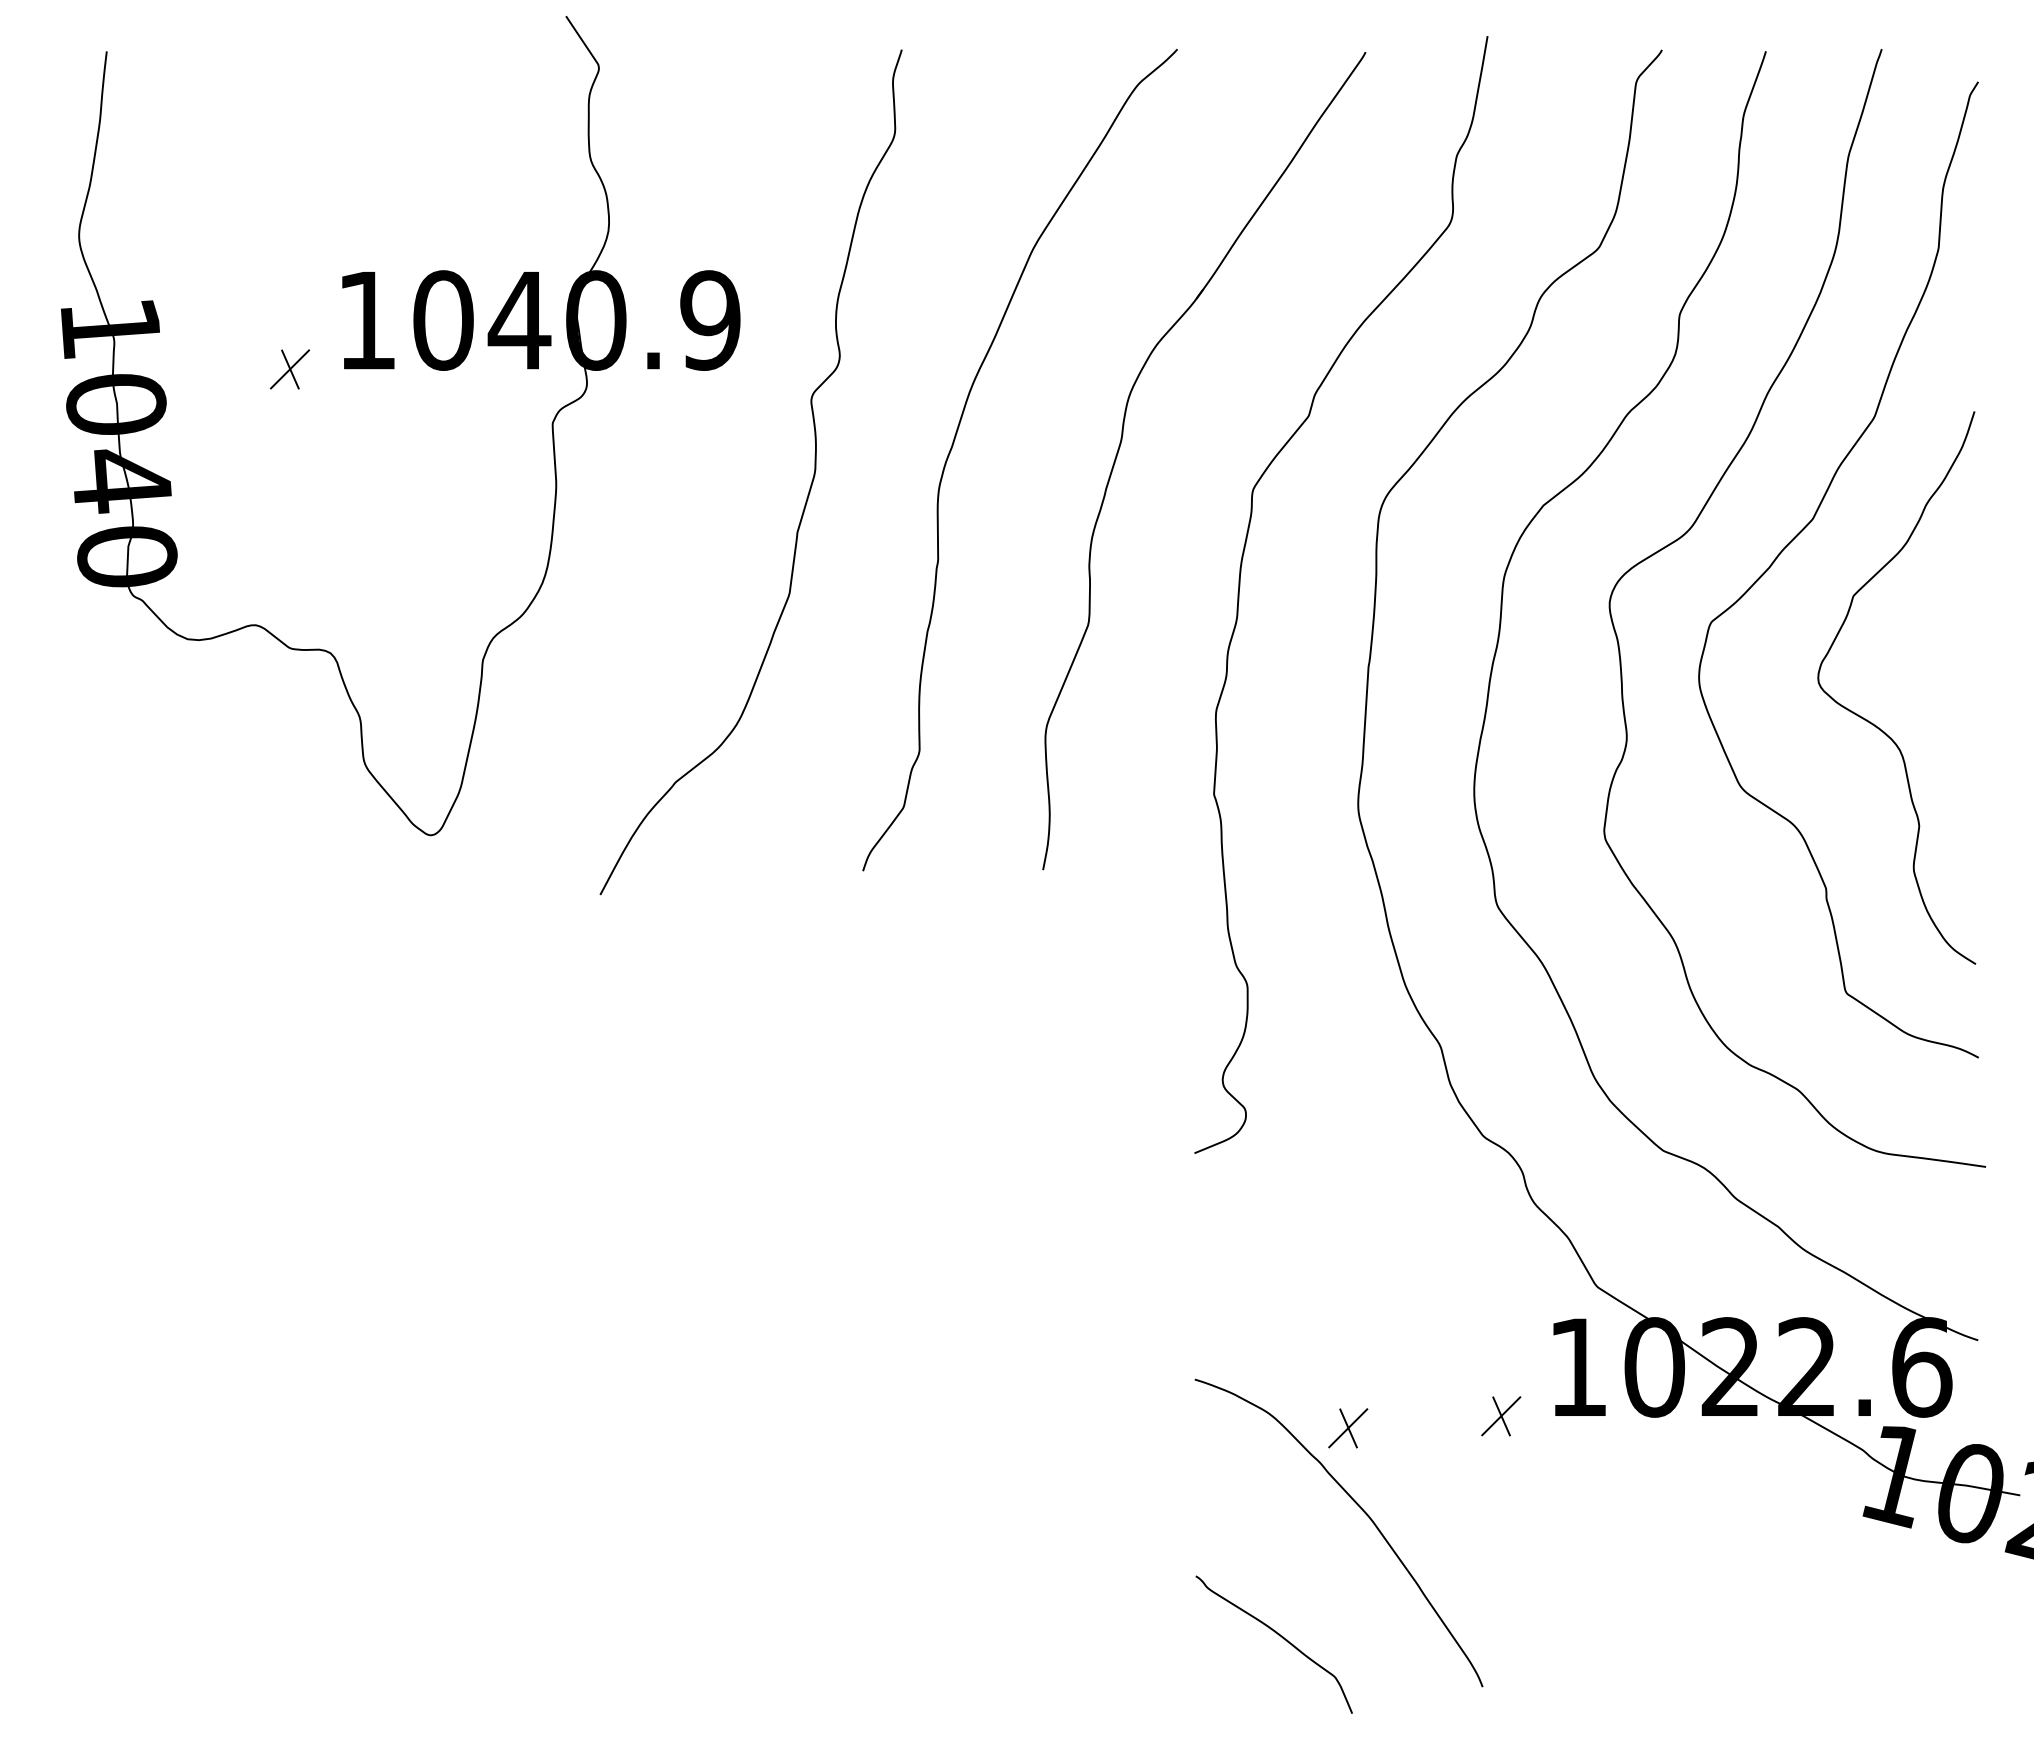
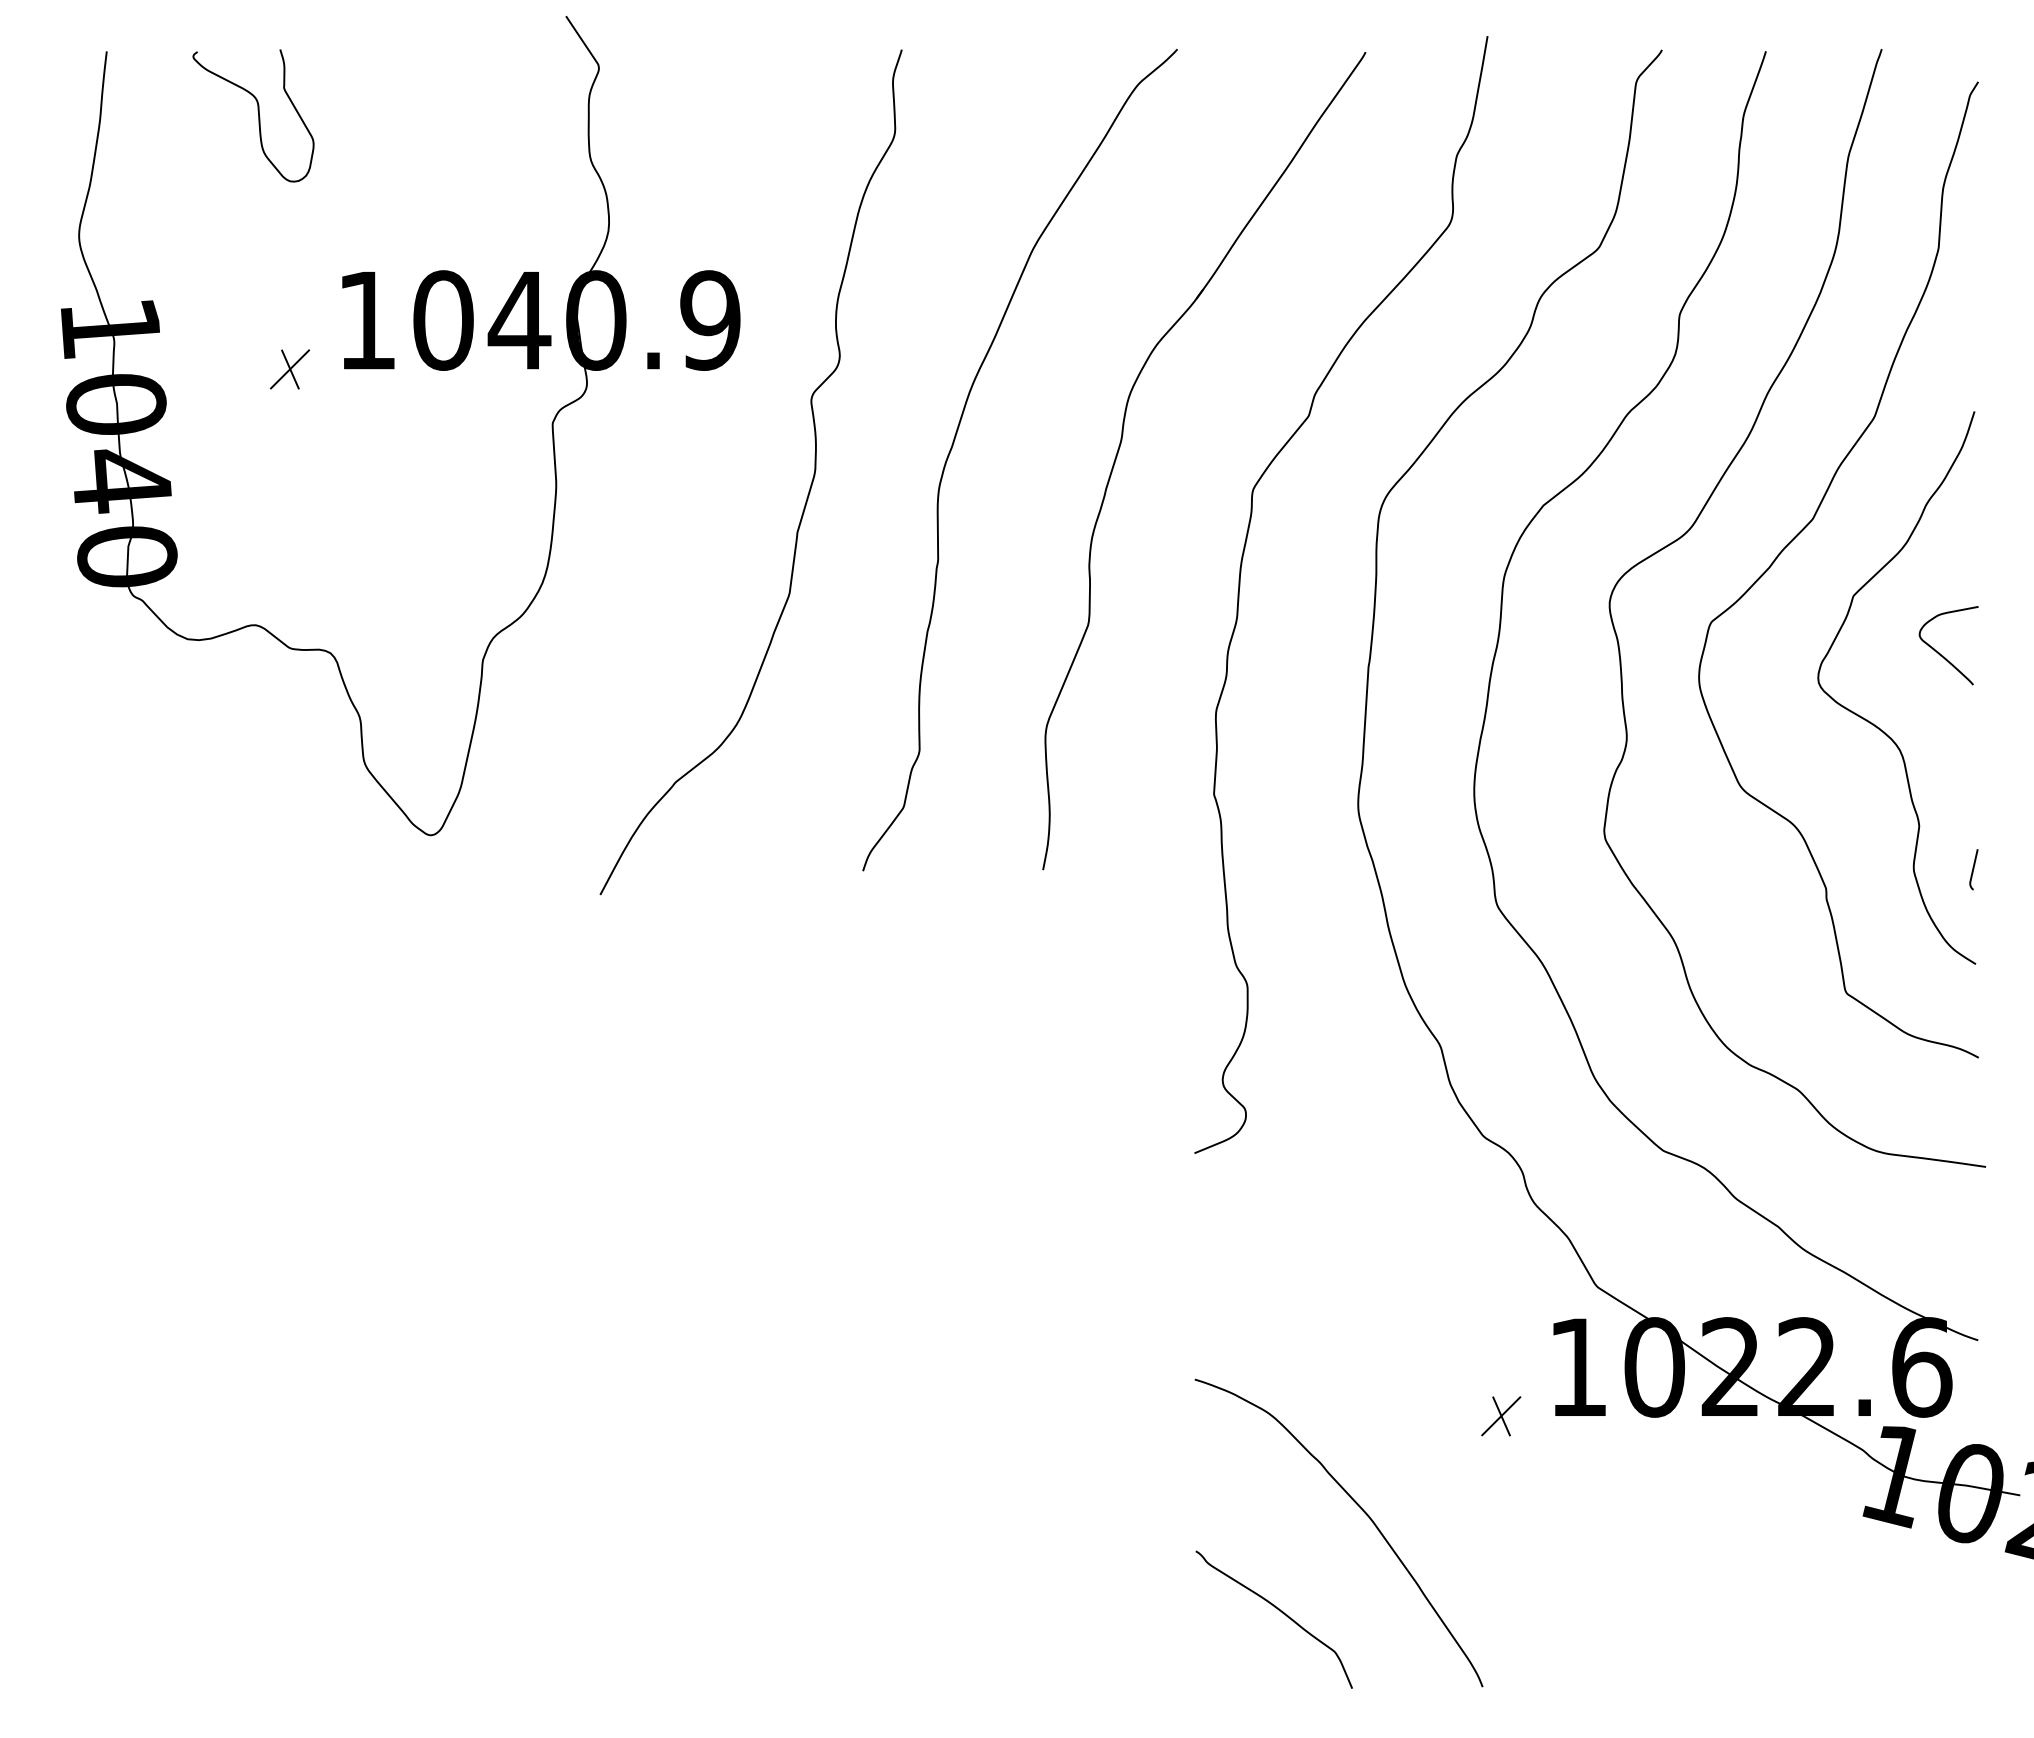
curve at (258, 115): none -> present
curve at (1940, 653): none -> present
curve at (1973, 869): none -> present
part at (1348, 1428): present -> none
curve at (1279, 1636) position: (1279, 1636) -> (1279, 1611)
